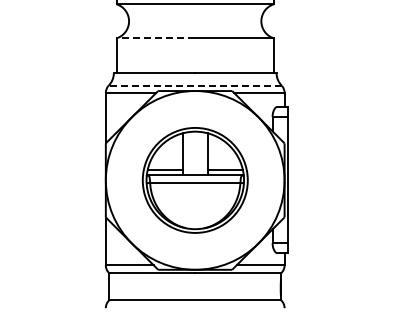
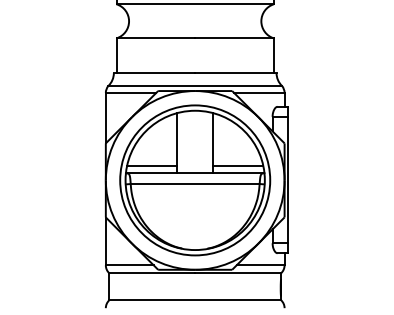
line at (155, 38): dashed -> solid
line at (195, 85): dashed -> solid
part at (194, 180) size: 108x107 px -> 153x153 px
